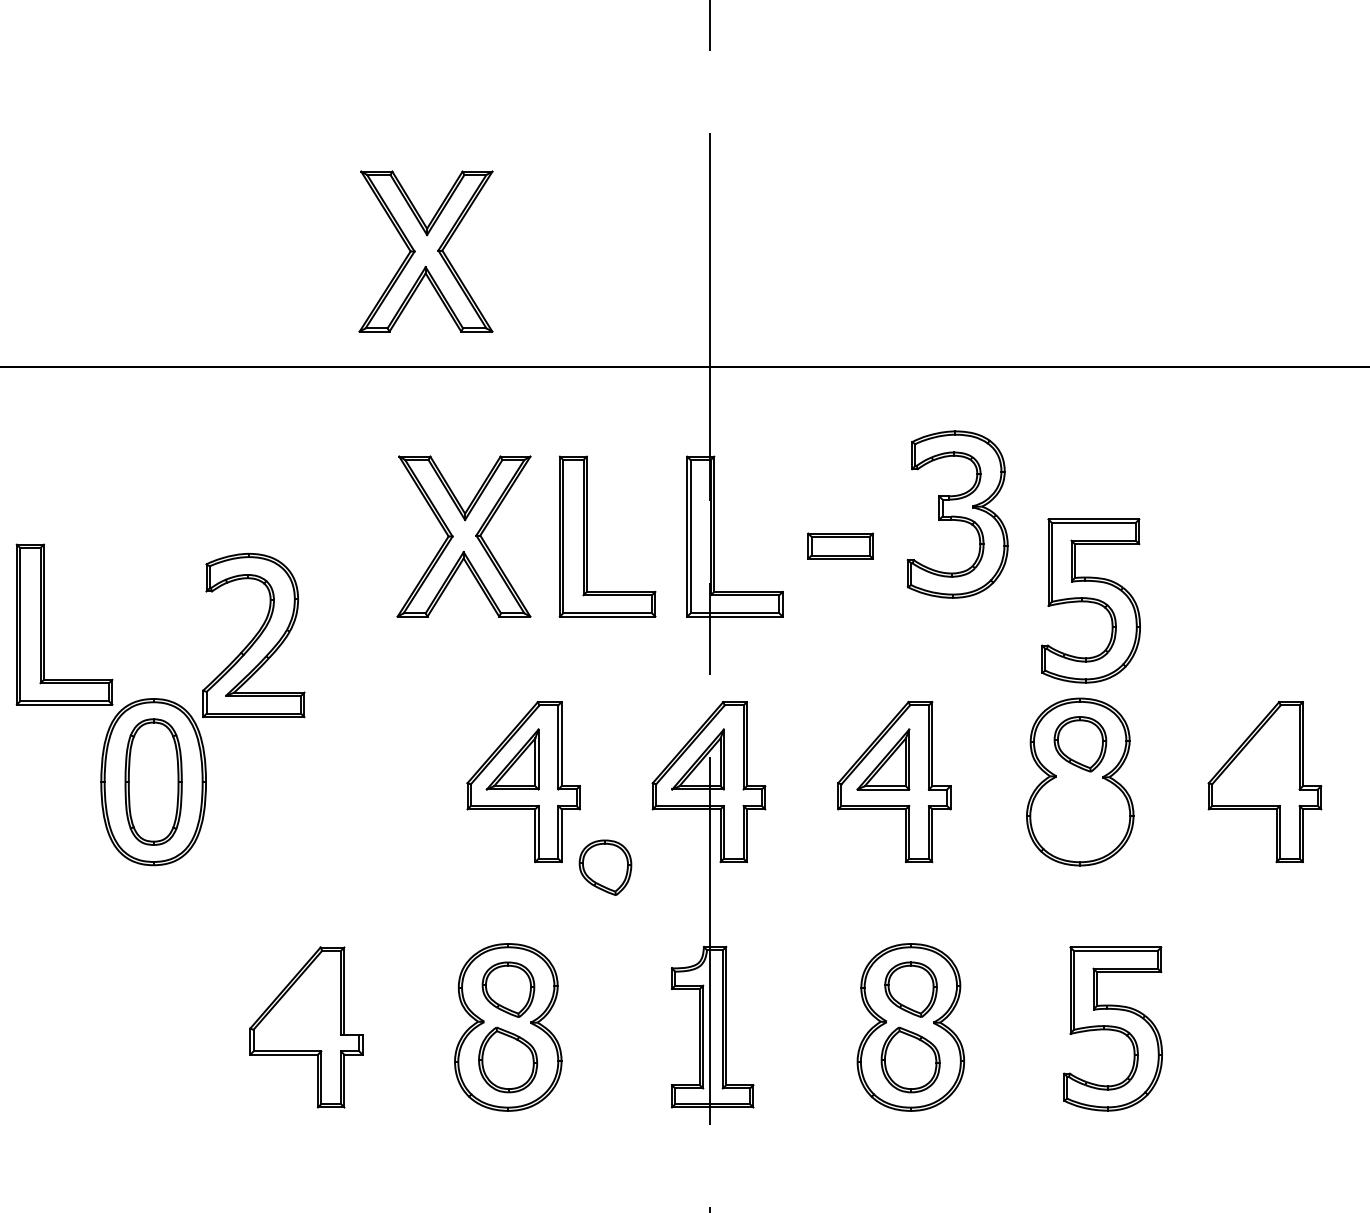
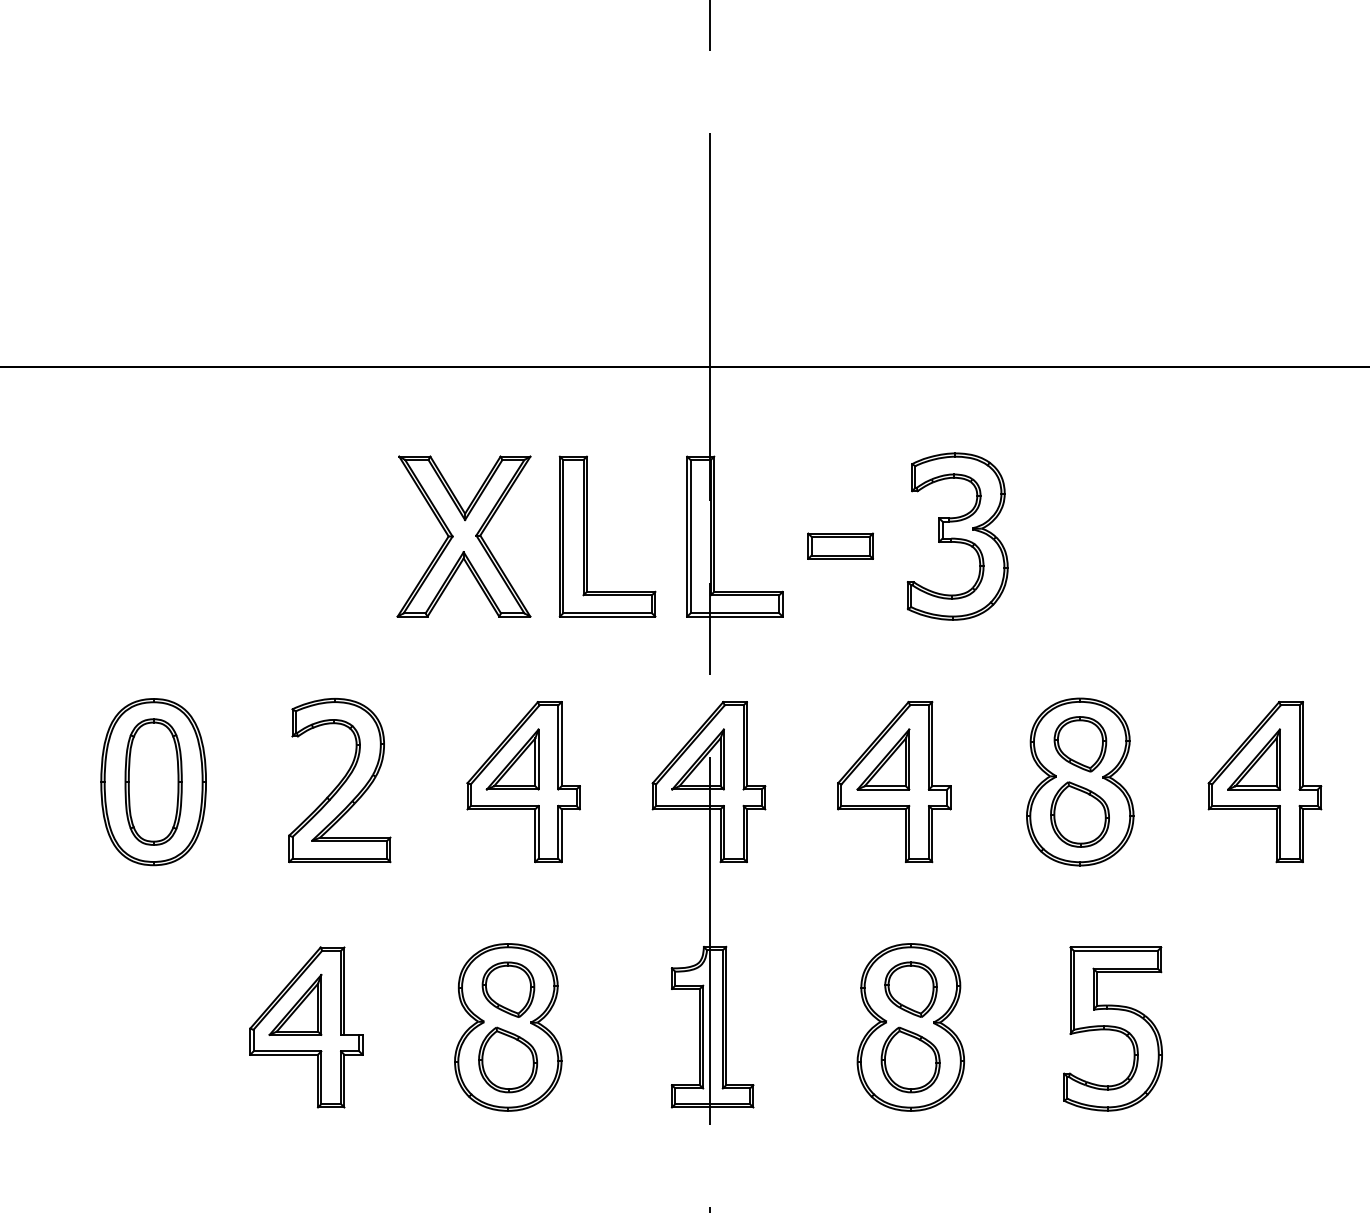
part at (425, 251): present -> none
part at (957, 514) position: (957, 514) -> (957, 536)
part at (1090, 600): present -> none
part at (44, 624): present -> none
part at (253, 635) position: (253, 635) -> (339, 780)
part at (1253, 759): none -> present
part at (1079, 814): none -> present
part at (605, 867): present -> none
part at (295, 1004): none -> present
